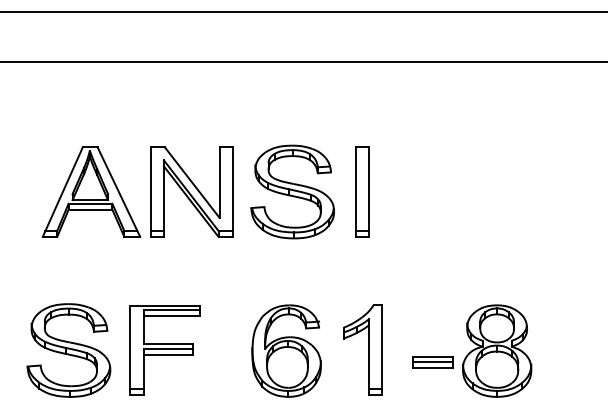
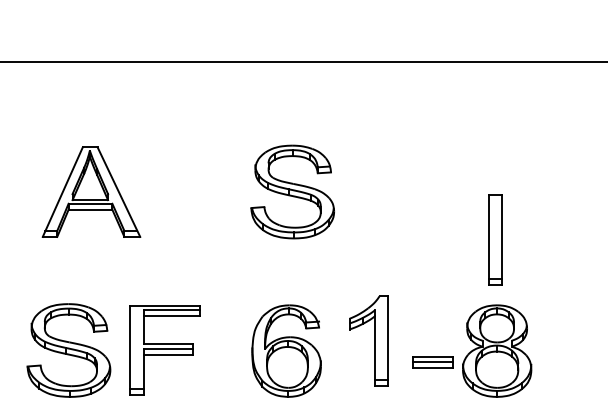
line at (303, 12): present -> none
part at (191, 191): present -> none
part at (362, 191) position: (362, 191) -> (495, 239)
part at (362, 349) position: (362, 349) -> (368, 340)
